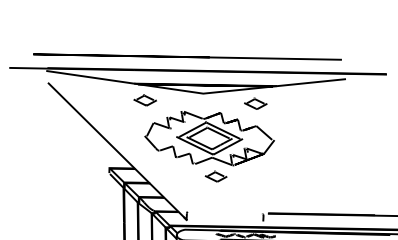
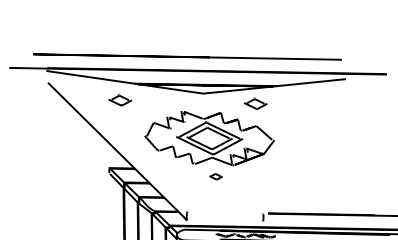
part at (144, 100) position: (144, 100) -> (119, 100)
part at (215, 176) size: 24x13 px -> 14x8 px
